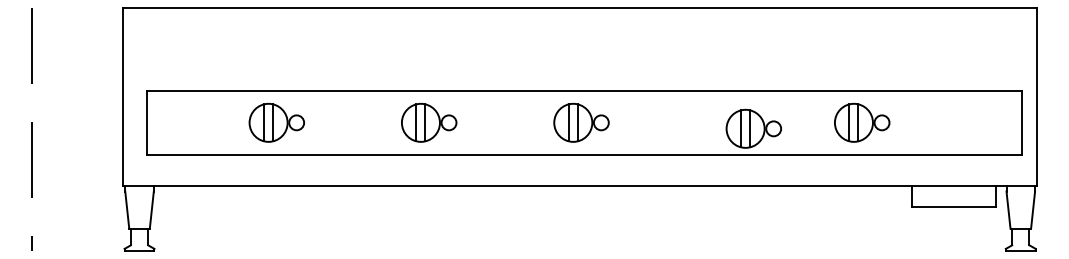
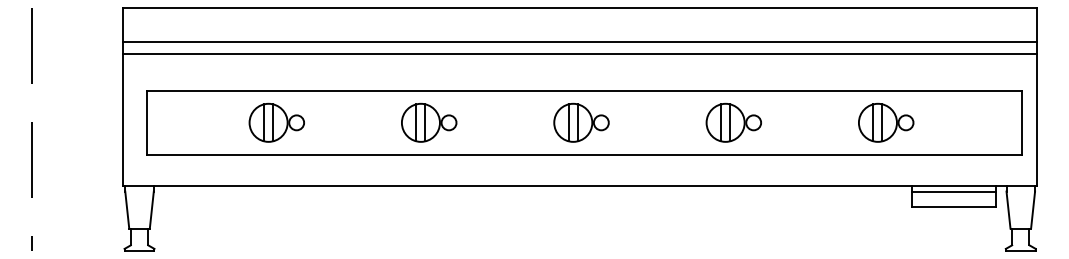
line at (579, 41): none -> present
line at (579, 53): none -> present
part at (862, 122) position: (862, 122) -> (886, 122)
part at (753, 128) position: (753, 128) -> (733, 122)
line at (953, 192): none -> present
